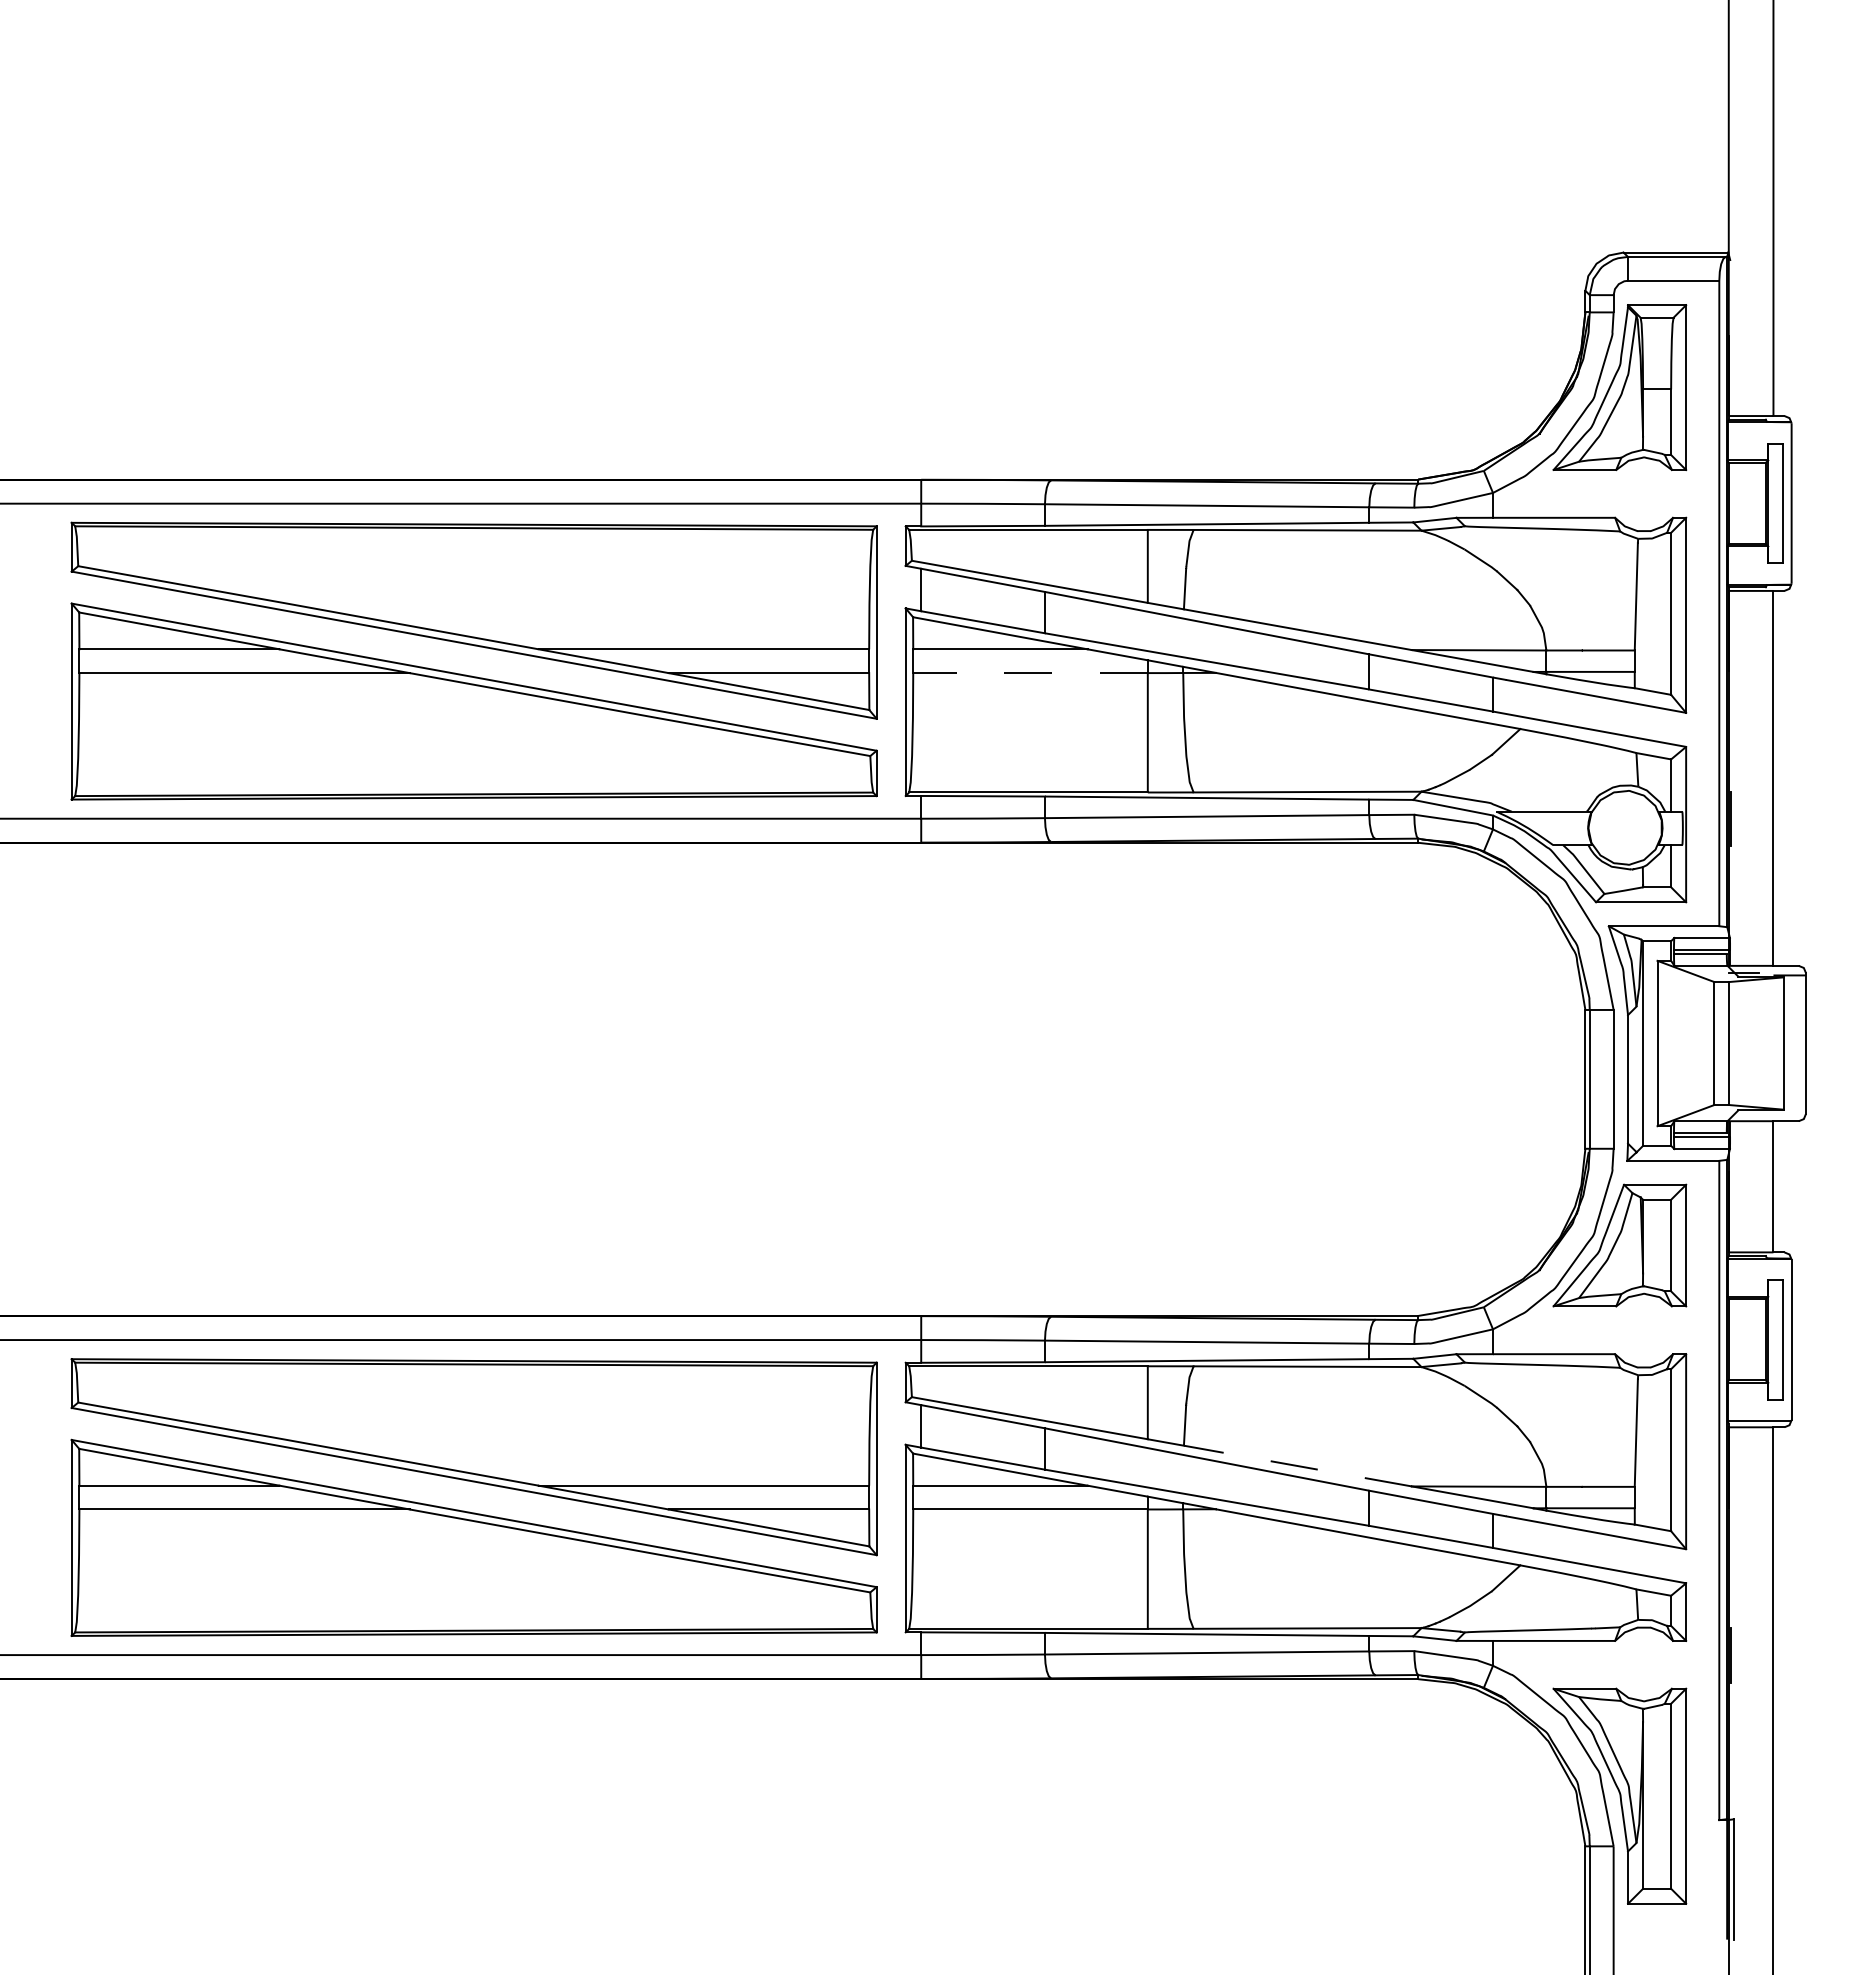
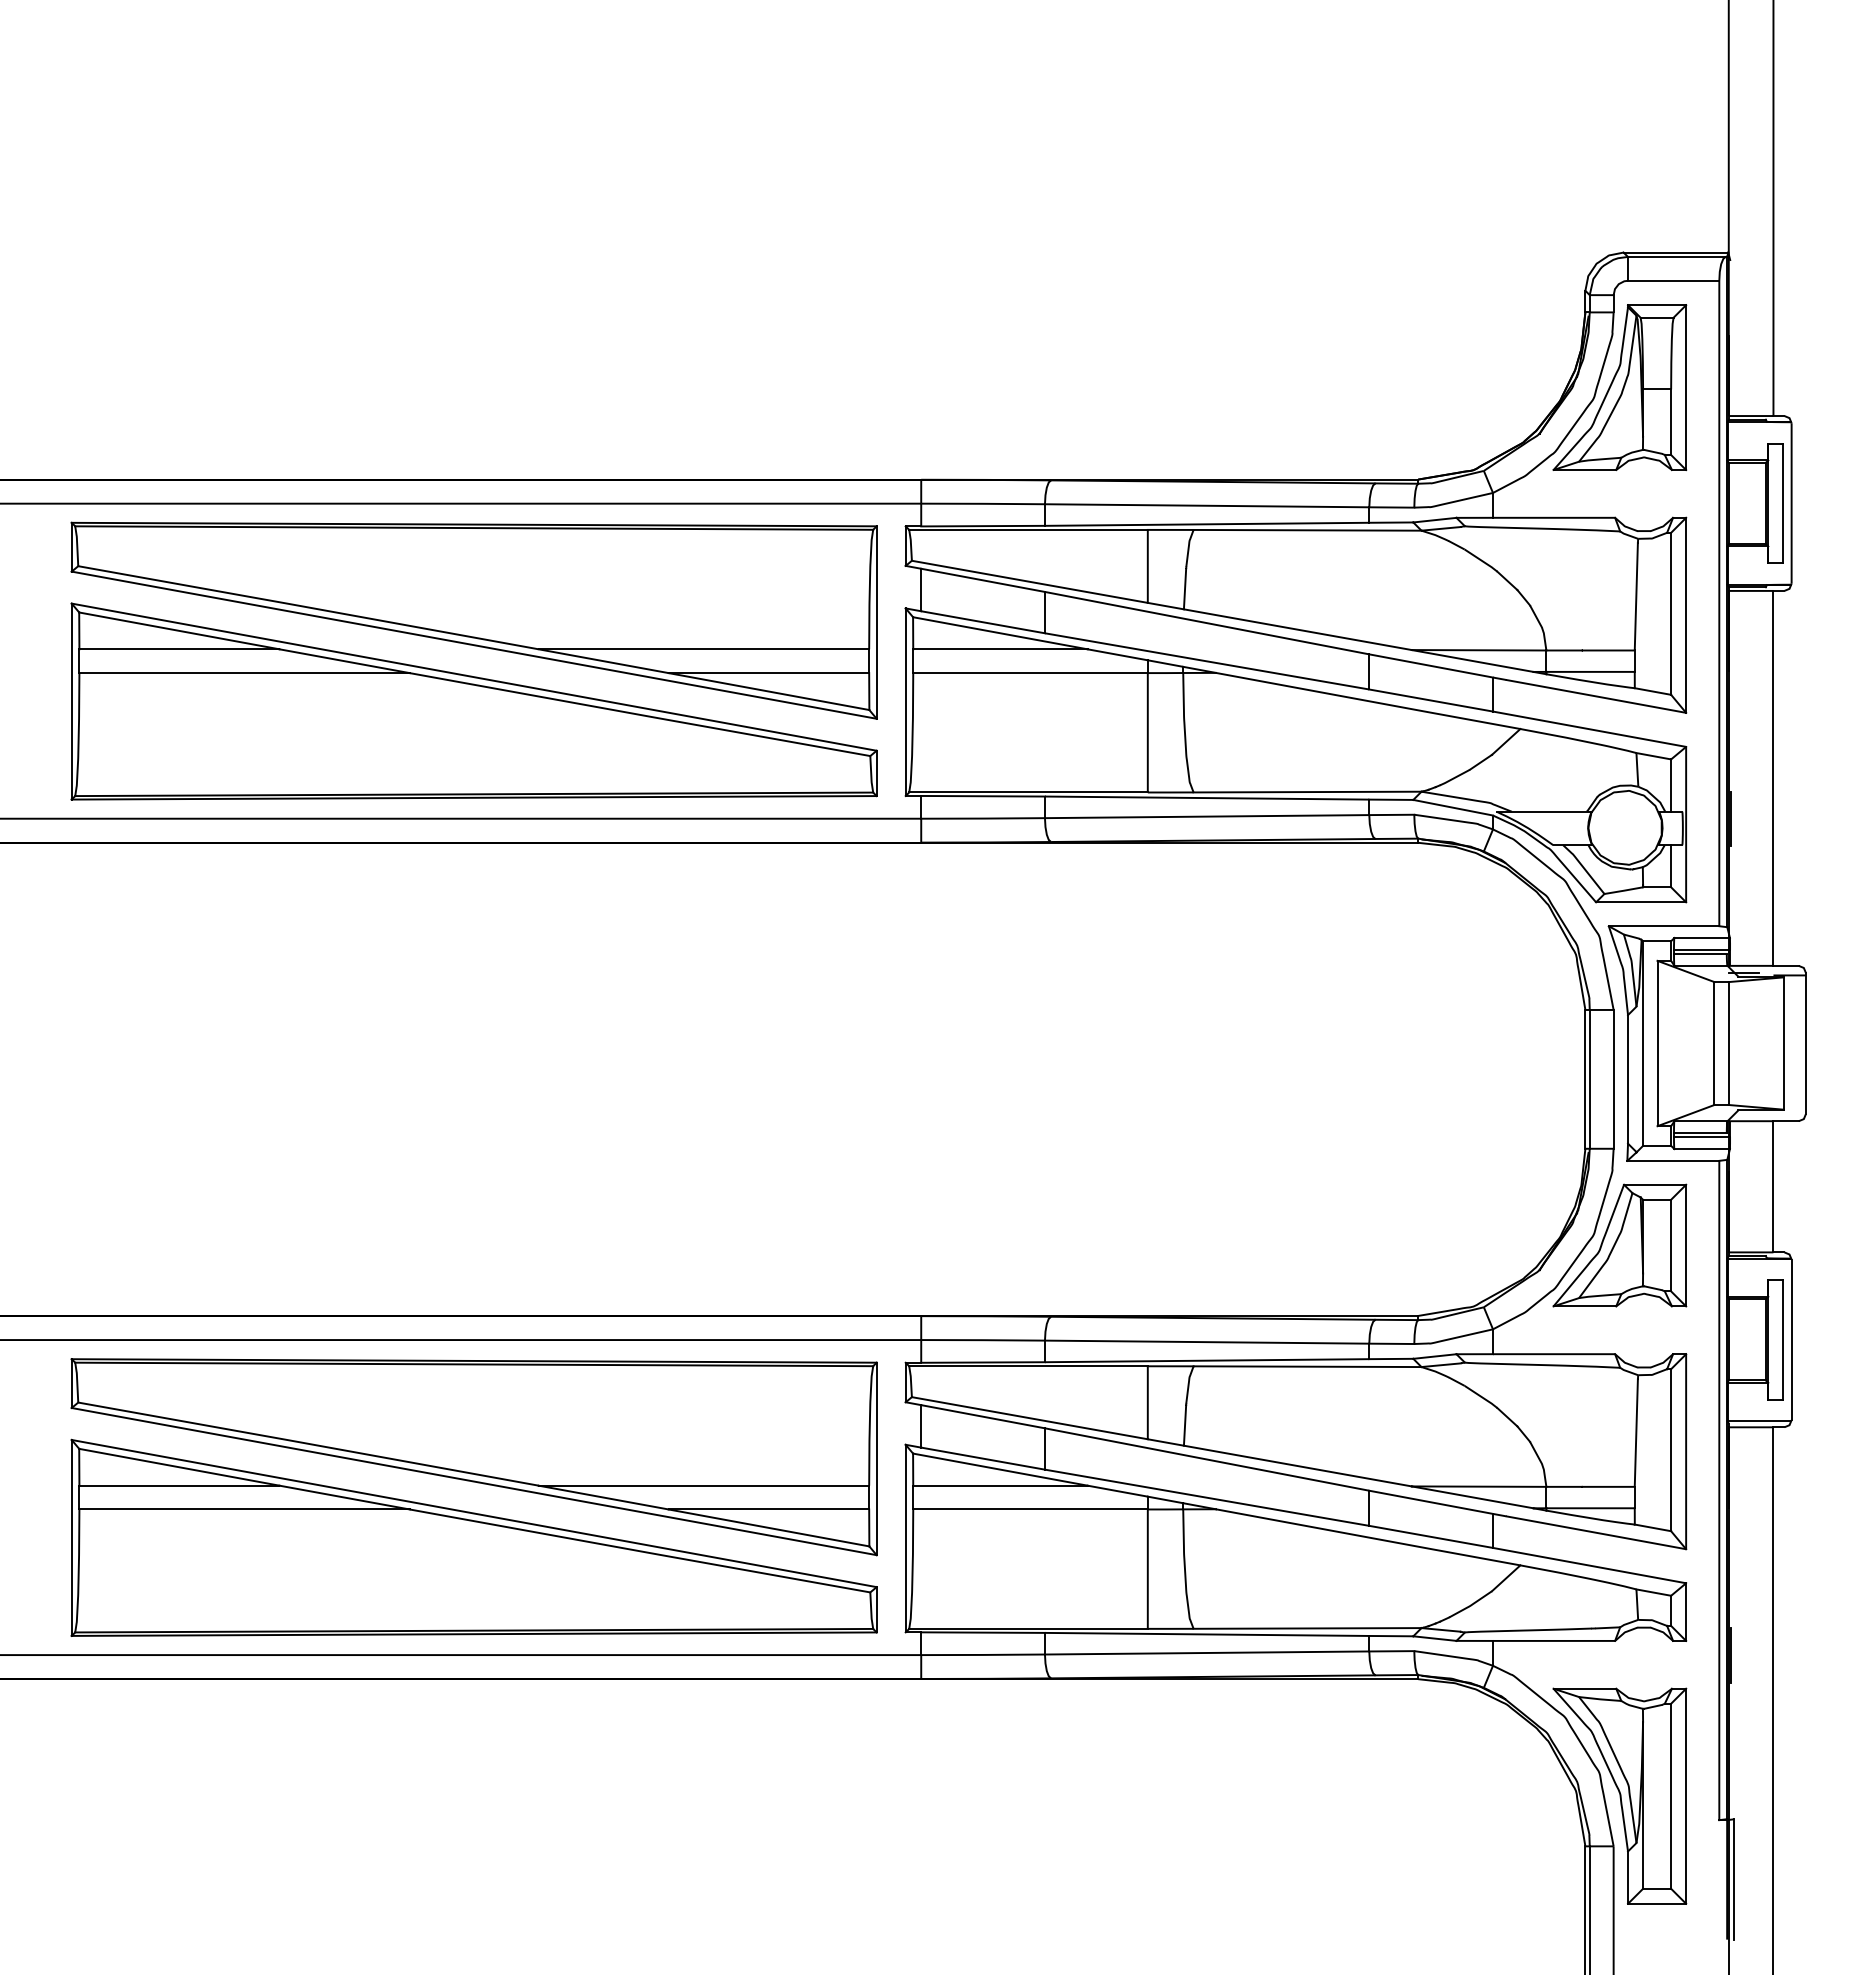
line at (1030, 673): dashed -> solid
line at (1297, 1466): dashed -> solid
